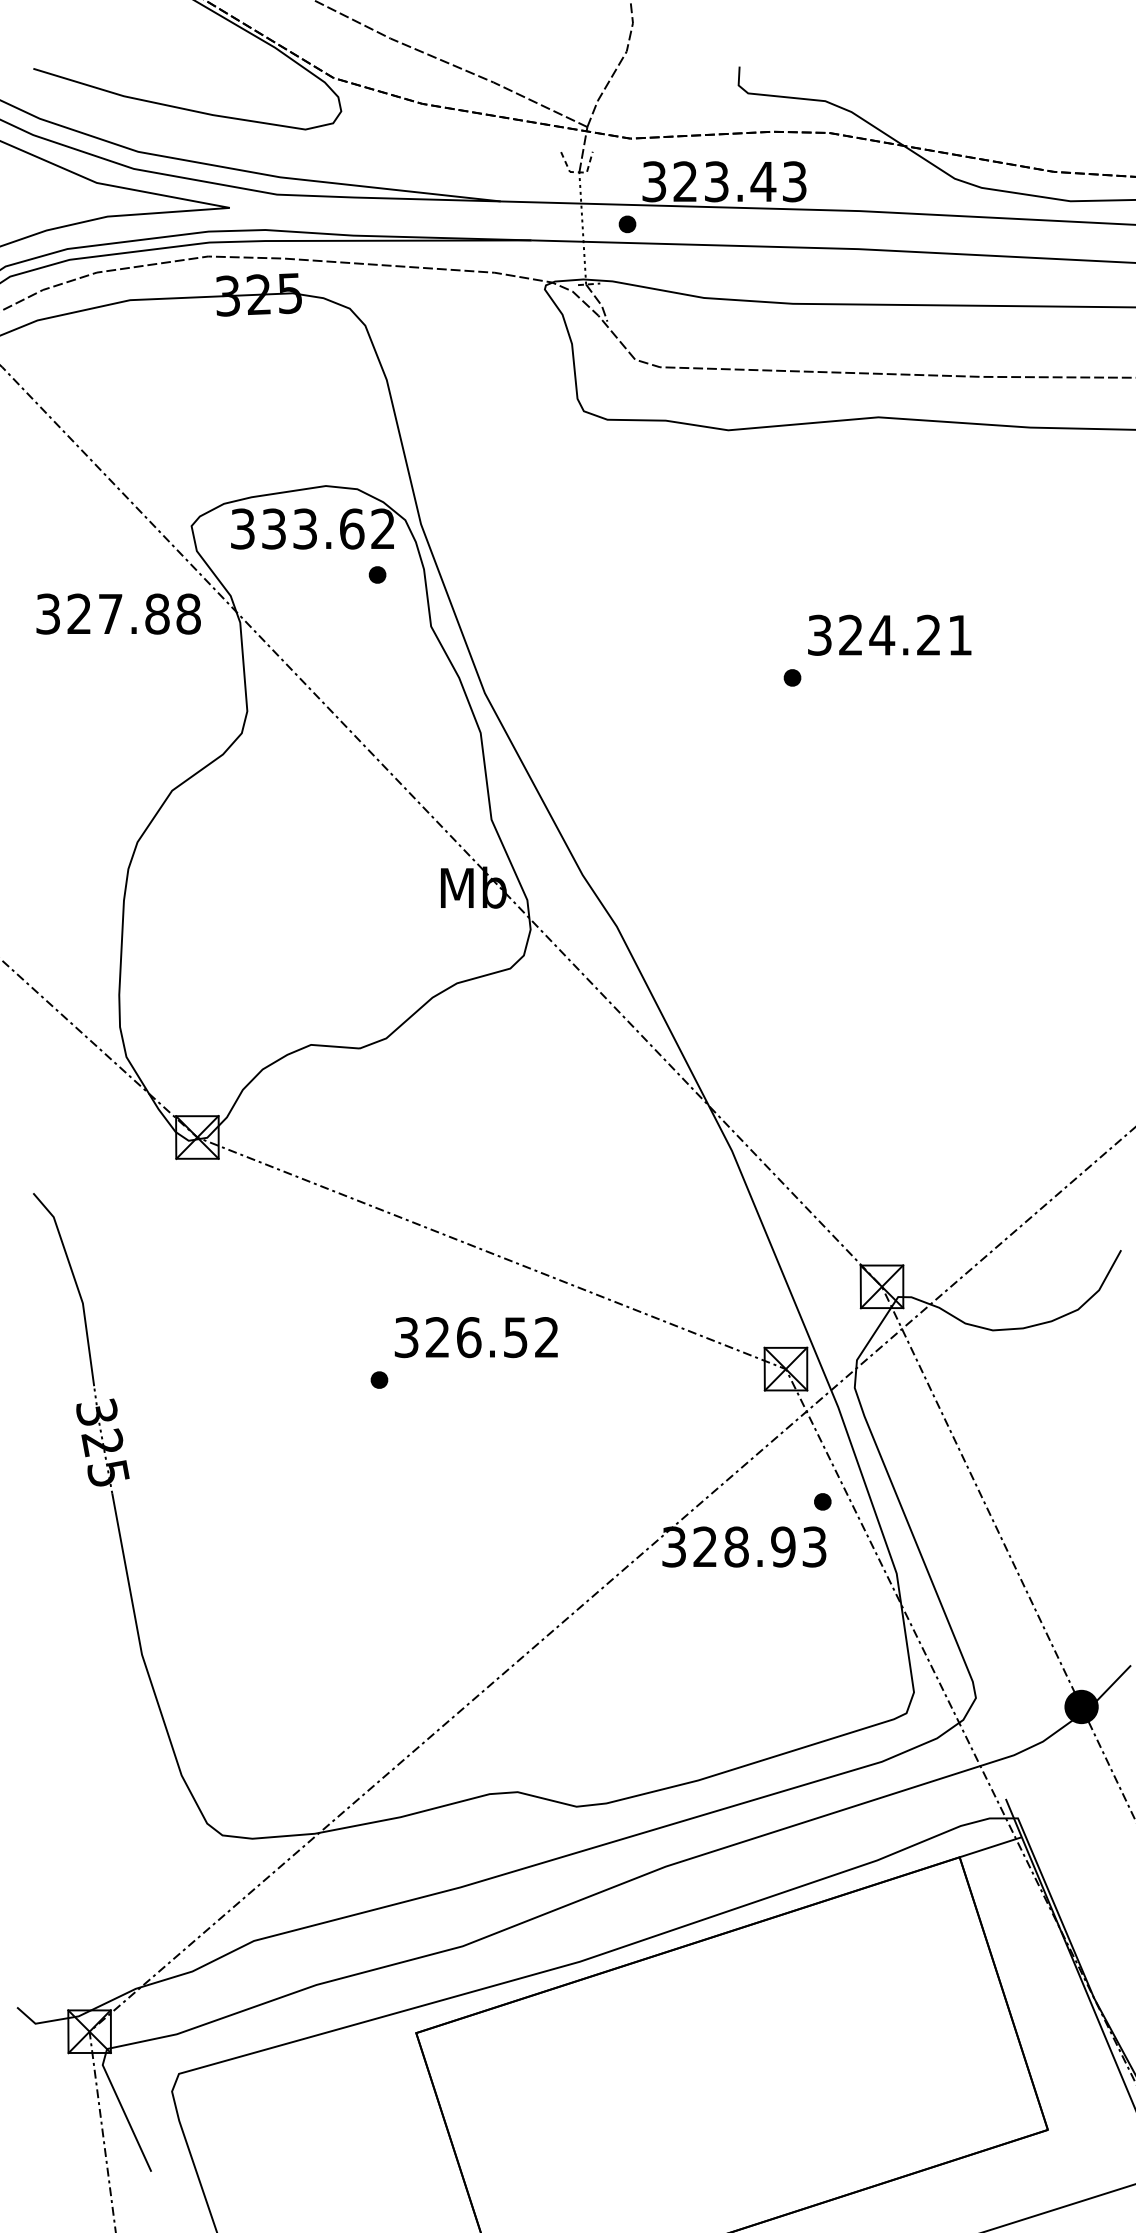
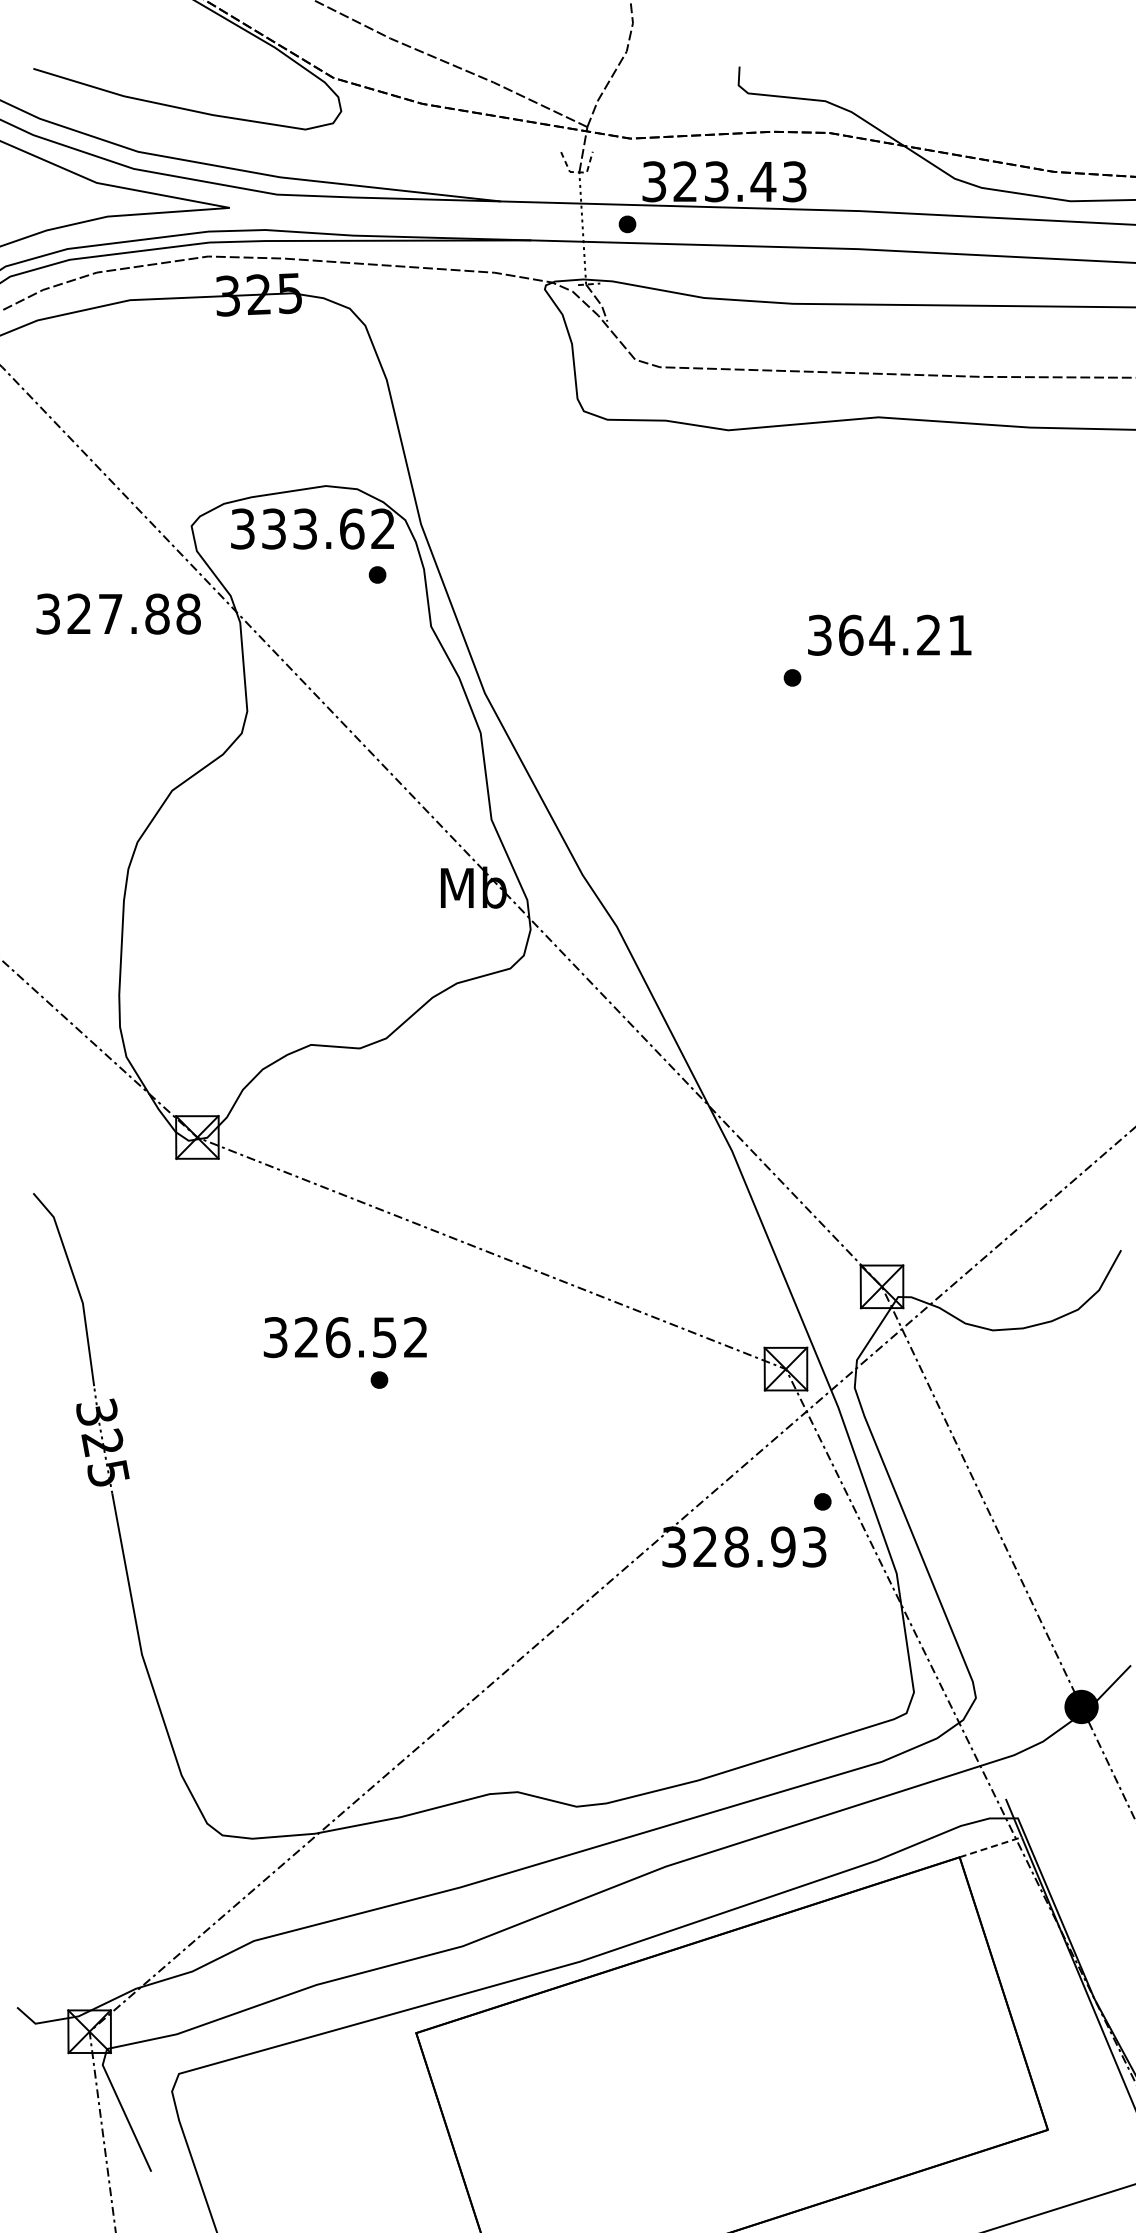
text at (851, 634): 324.21 -> 364.21
text at (475, 1337) position: (475, 1337) -> (344, 1337)
line at (990, 1847): solid -> dashed
